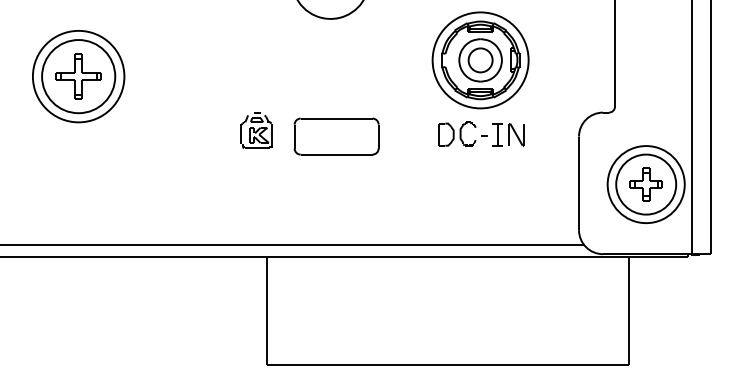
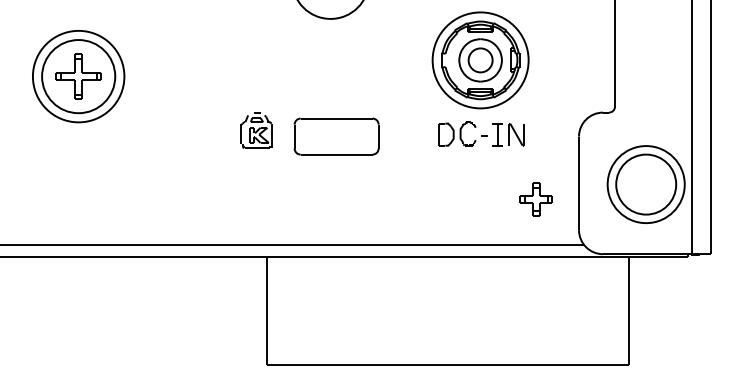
part at (645, 184) position: (645, 184) -> (535, 199)
